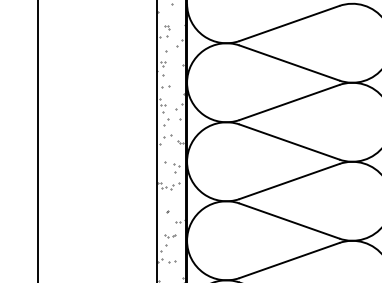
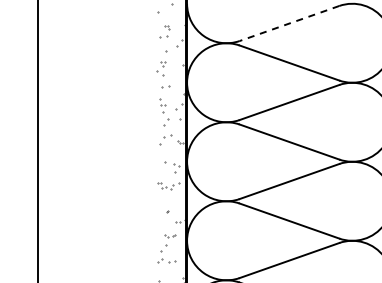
line at (289, 23): solid -> dashed
line at (157, 140): present -> none
